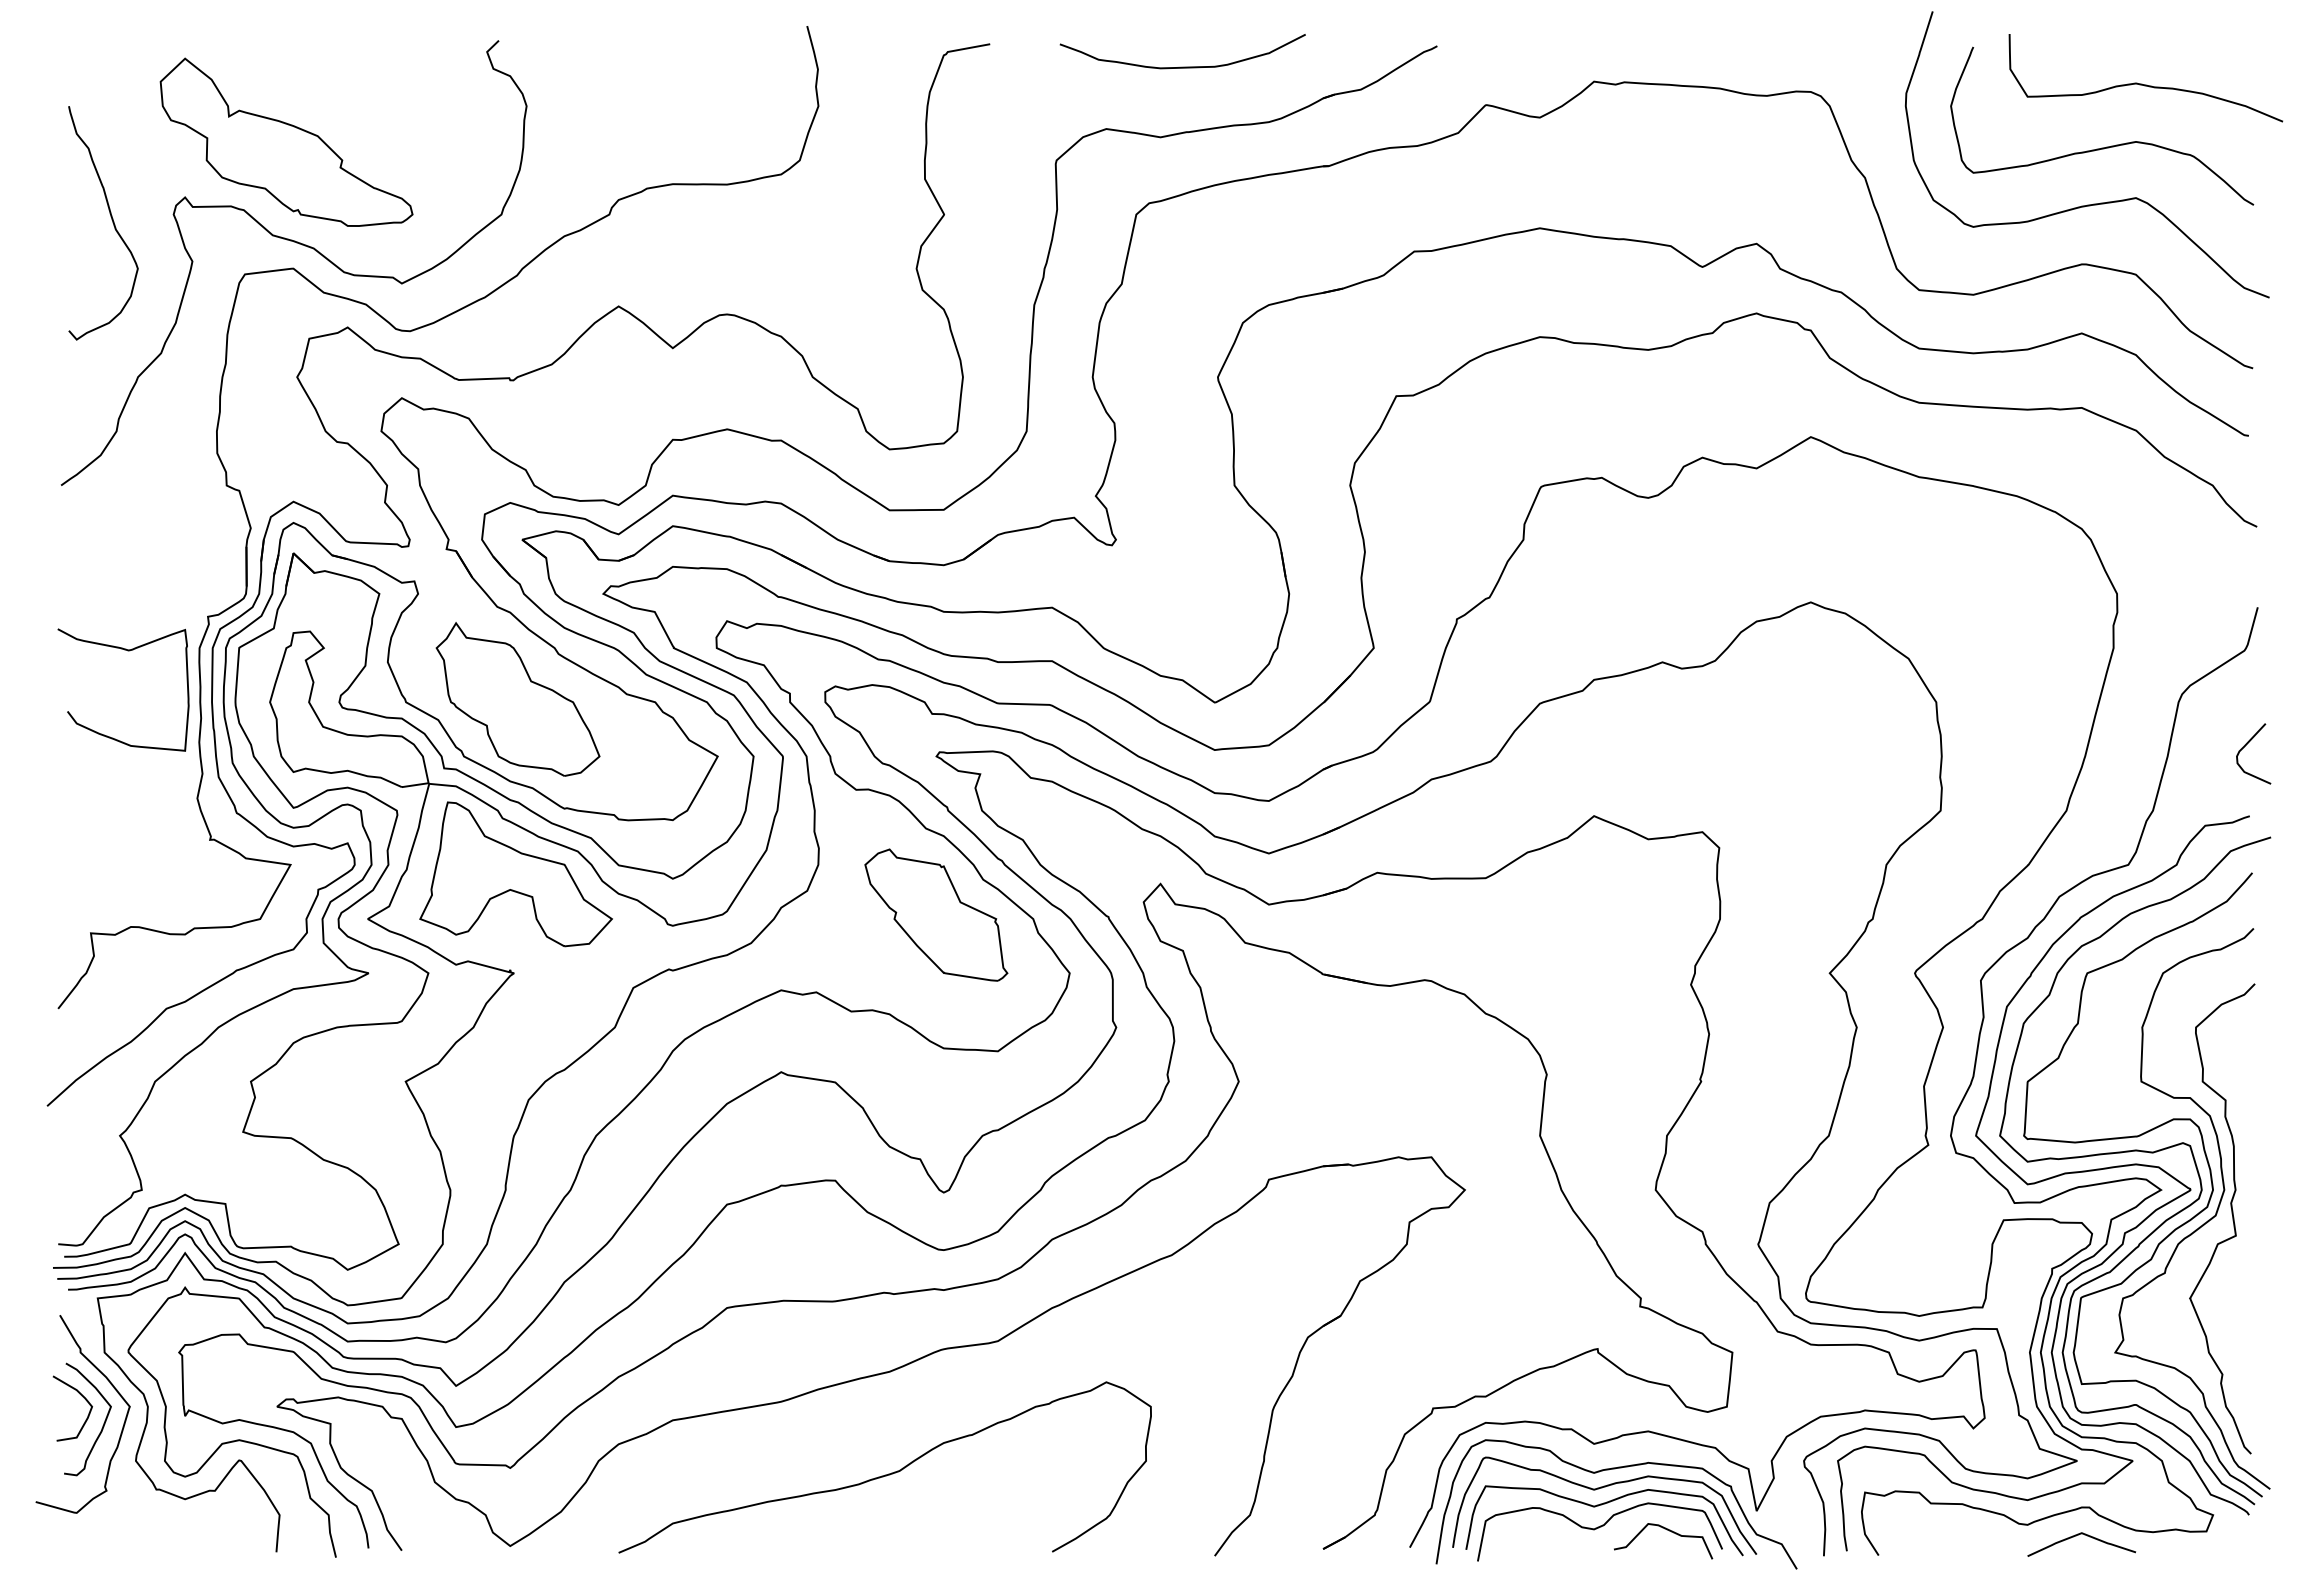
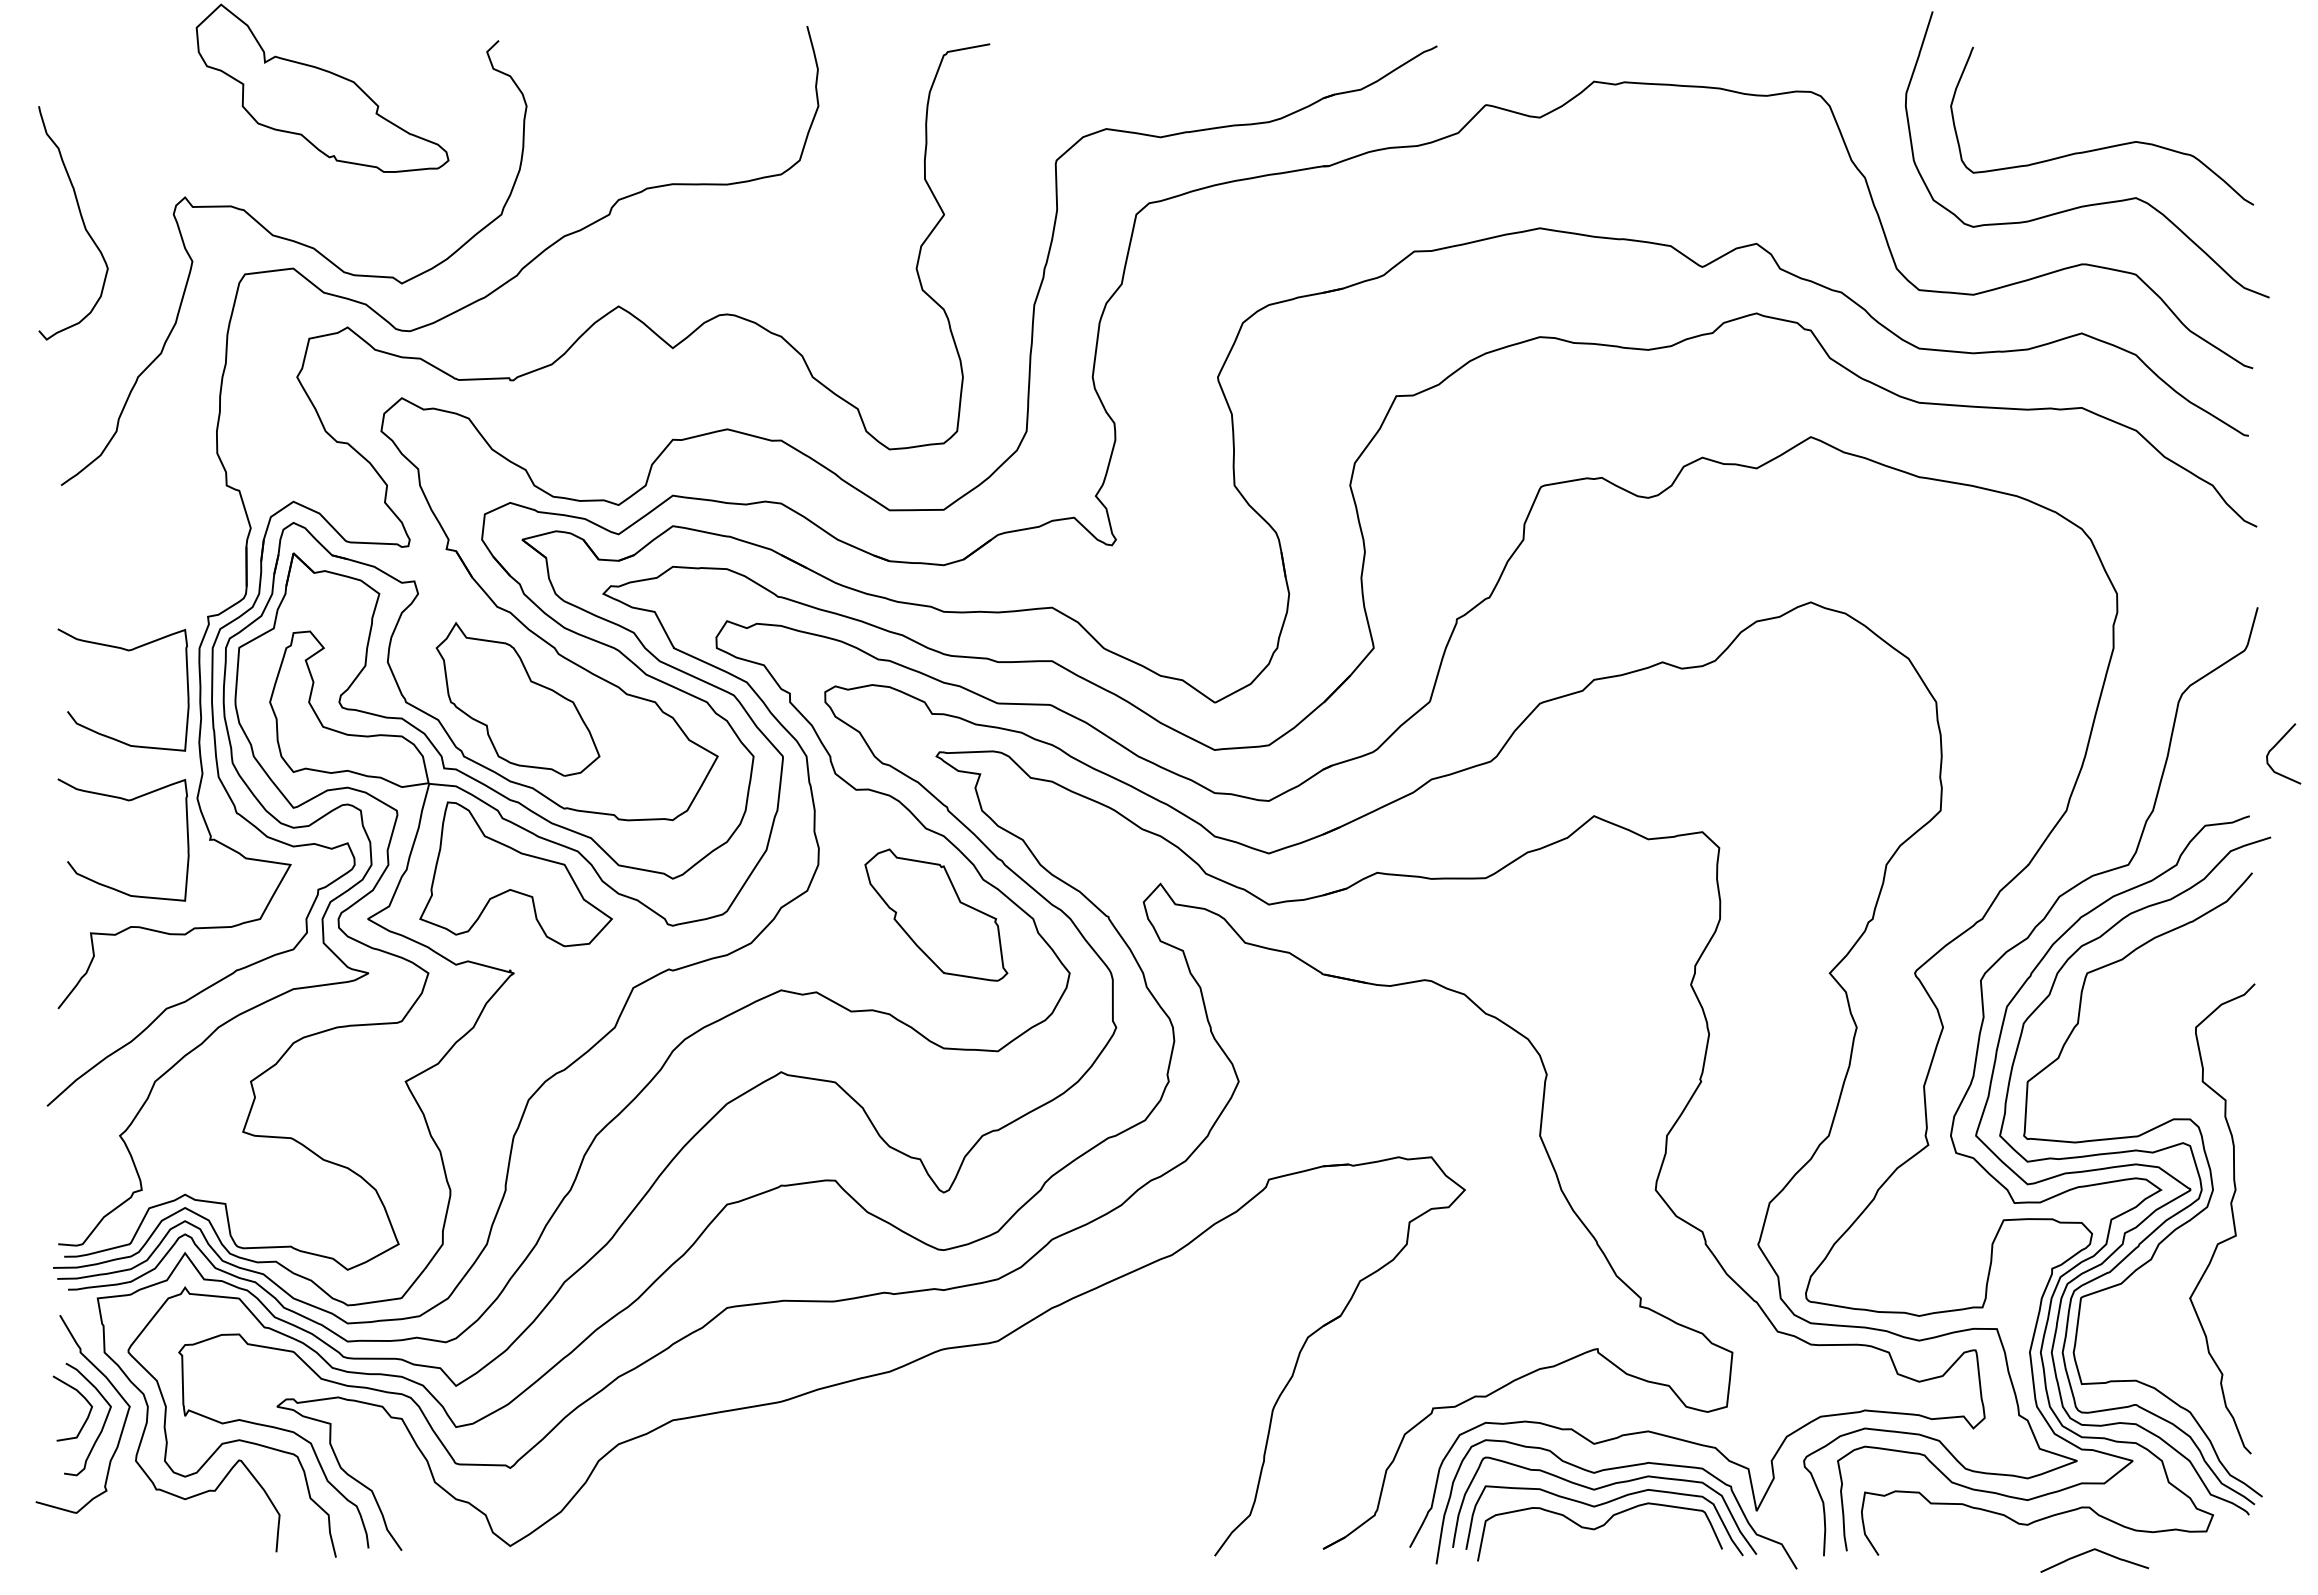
curve at (1182, 66): present -> none
curve at (2142, 83): present -> none
part at (286, 141) position: (286, 141) -> (322, 87)
curve at (111, 219) position: (111, 219) -> (81, 219)
curve at (2246, 745) position: (2246, 745) -> (2276, 745)
curve at (127, 801): none -> present
curve at (2204, 1222): present -> none
curve at (885, 1474): present -> none
curve at (1669, 1531): present -> none
curve at (2076, 1536) position: (2076, 1536) -> (2089, 1552)
